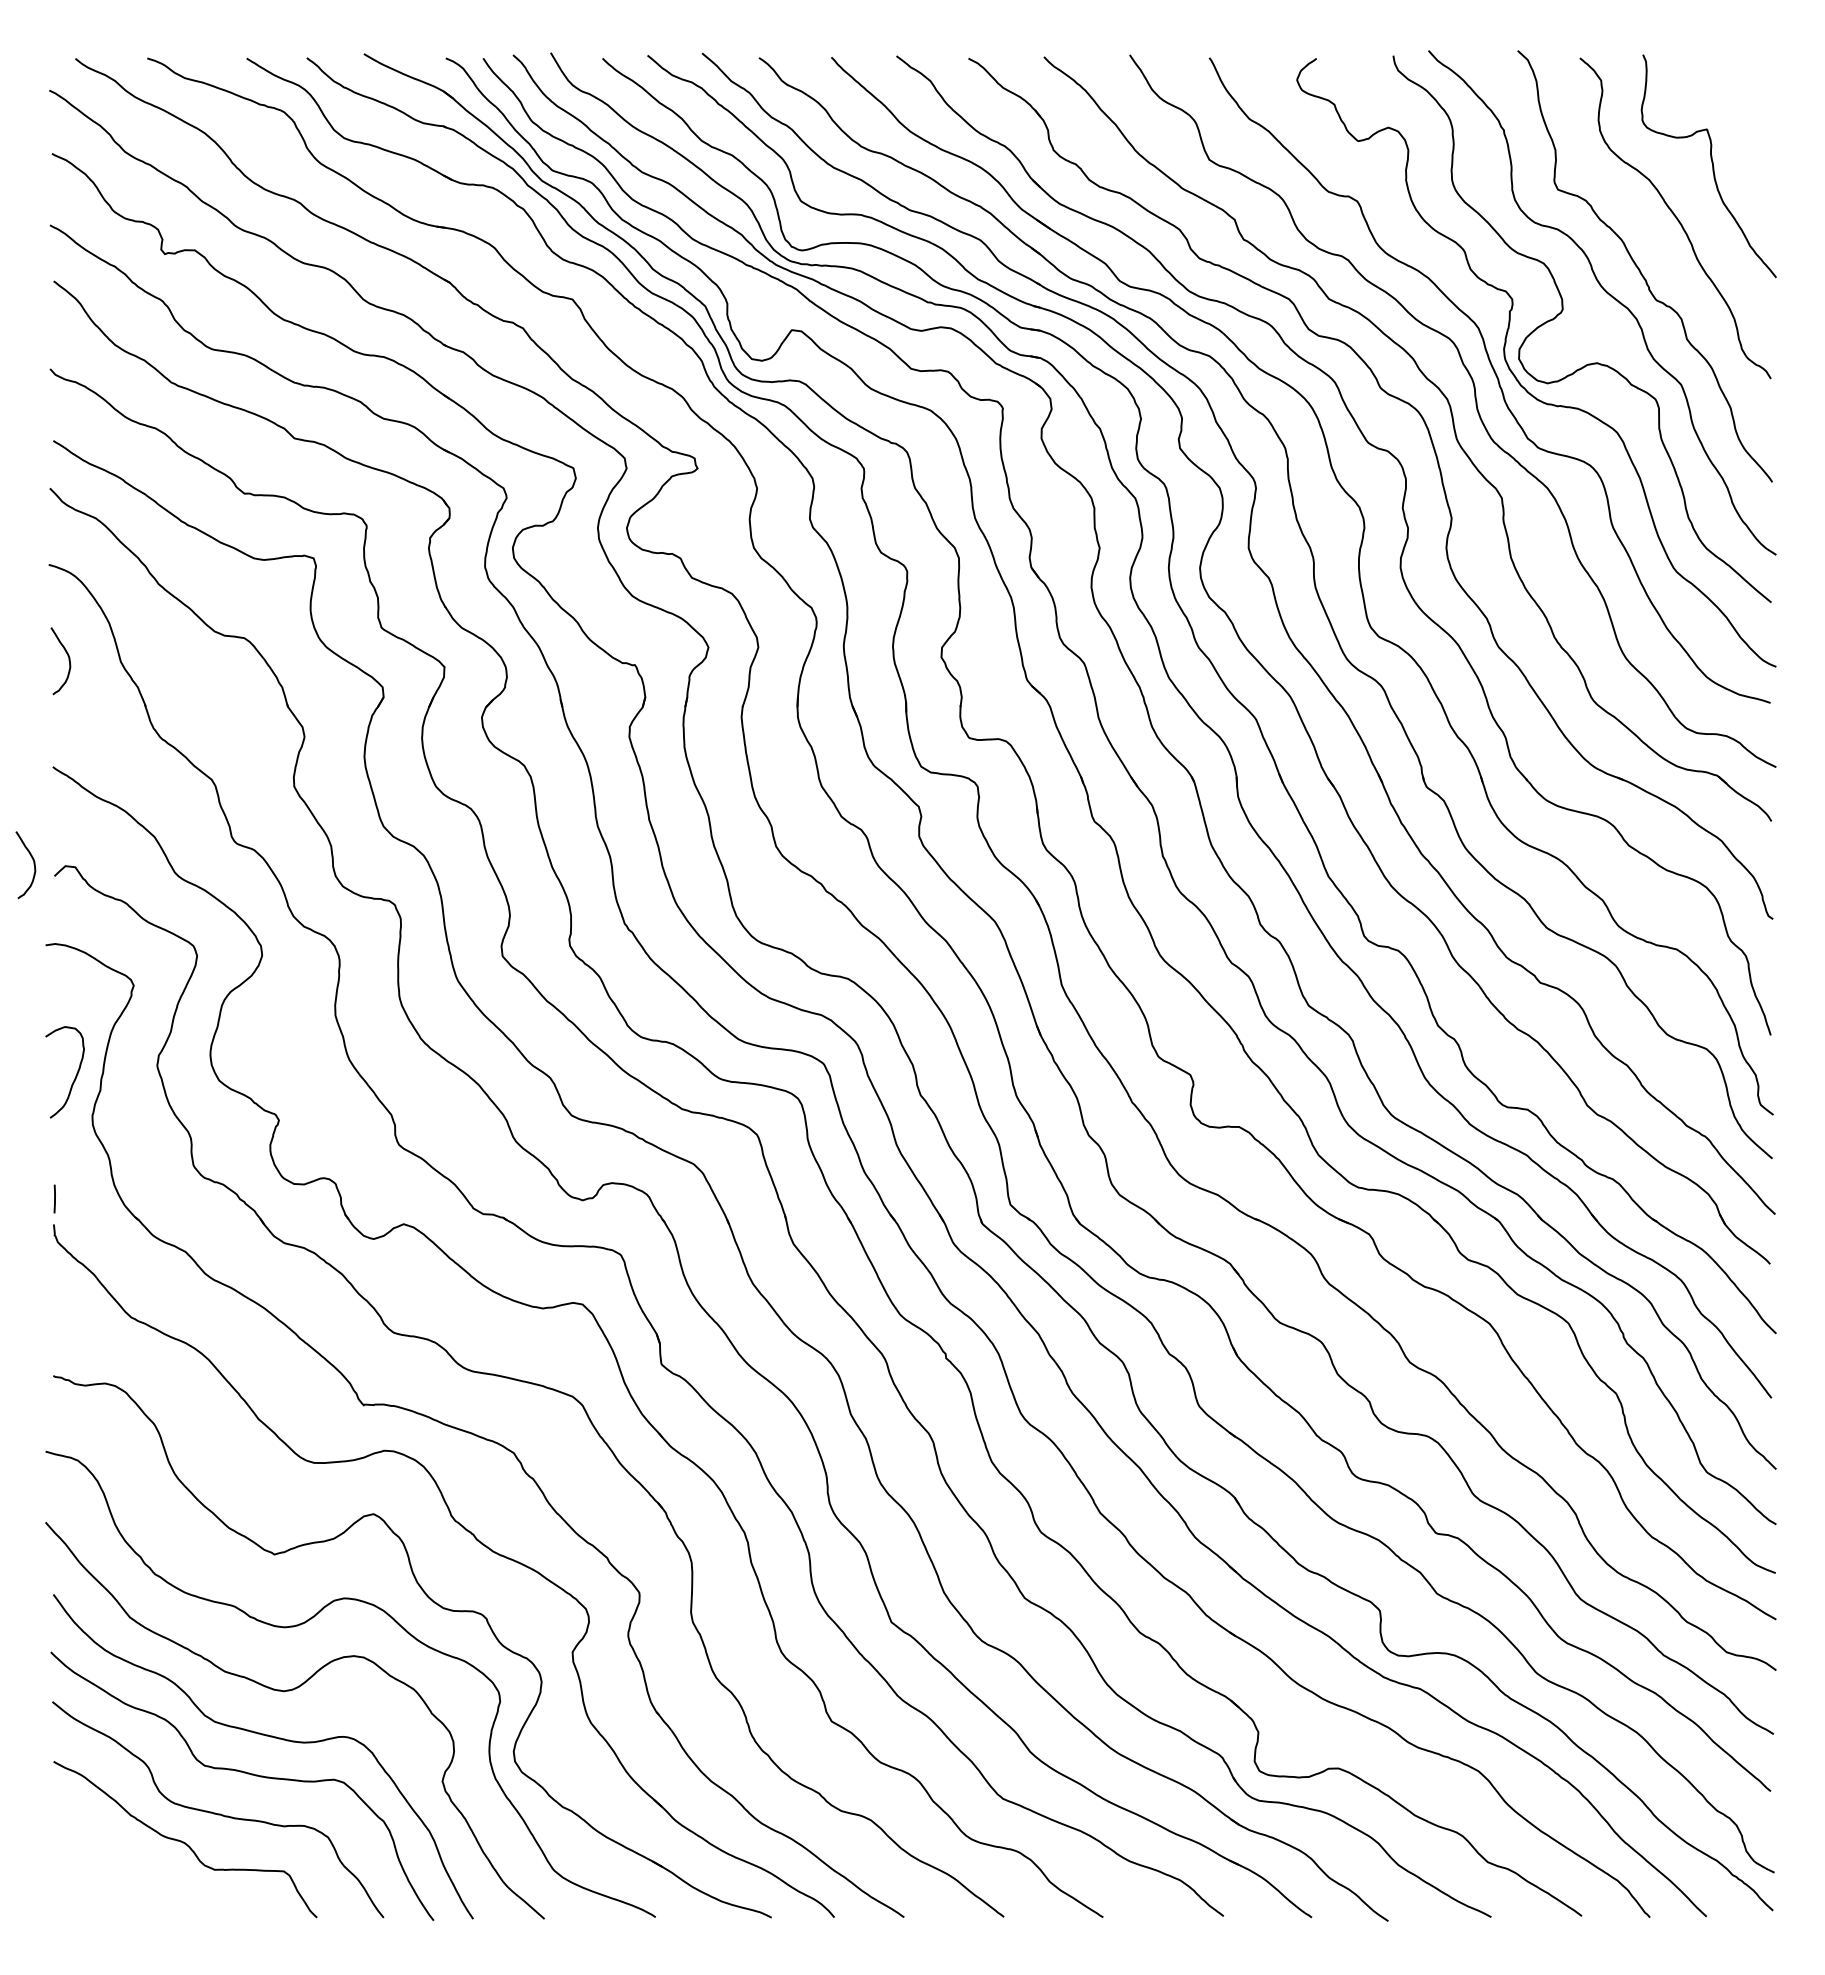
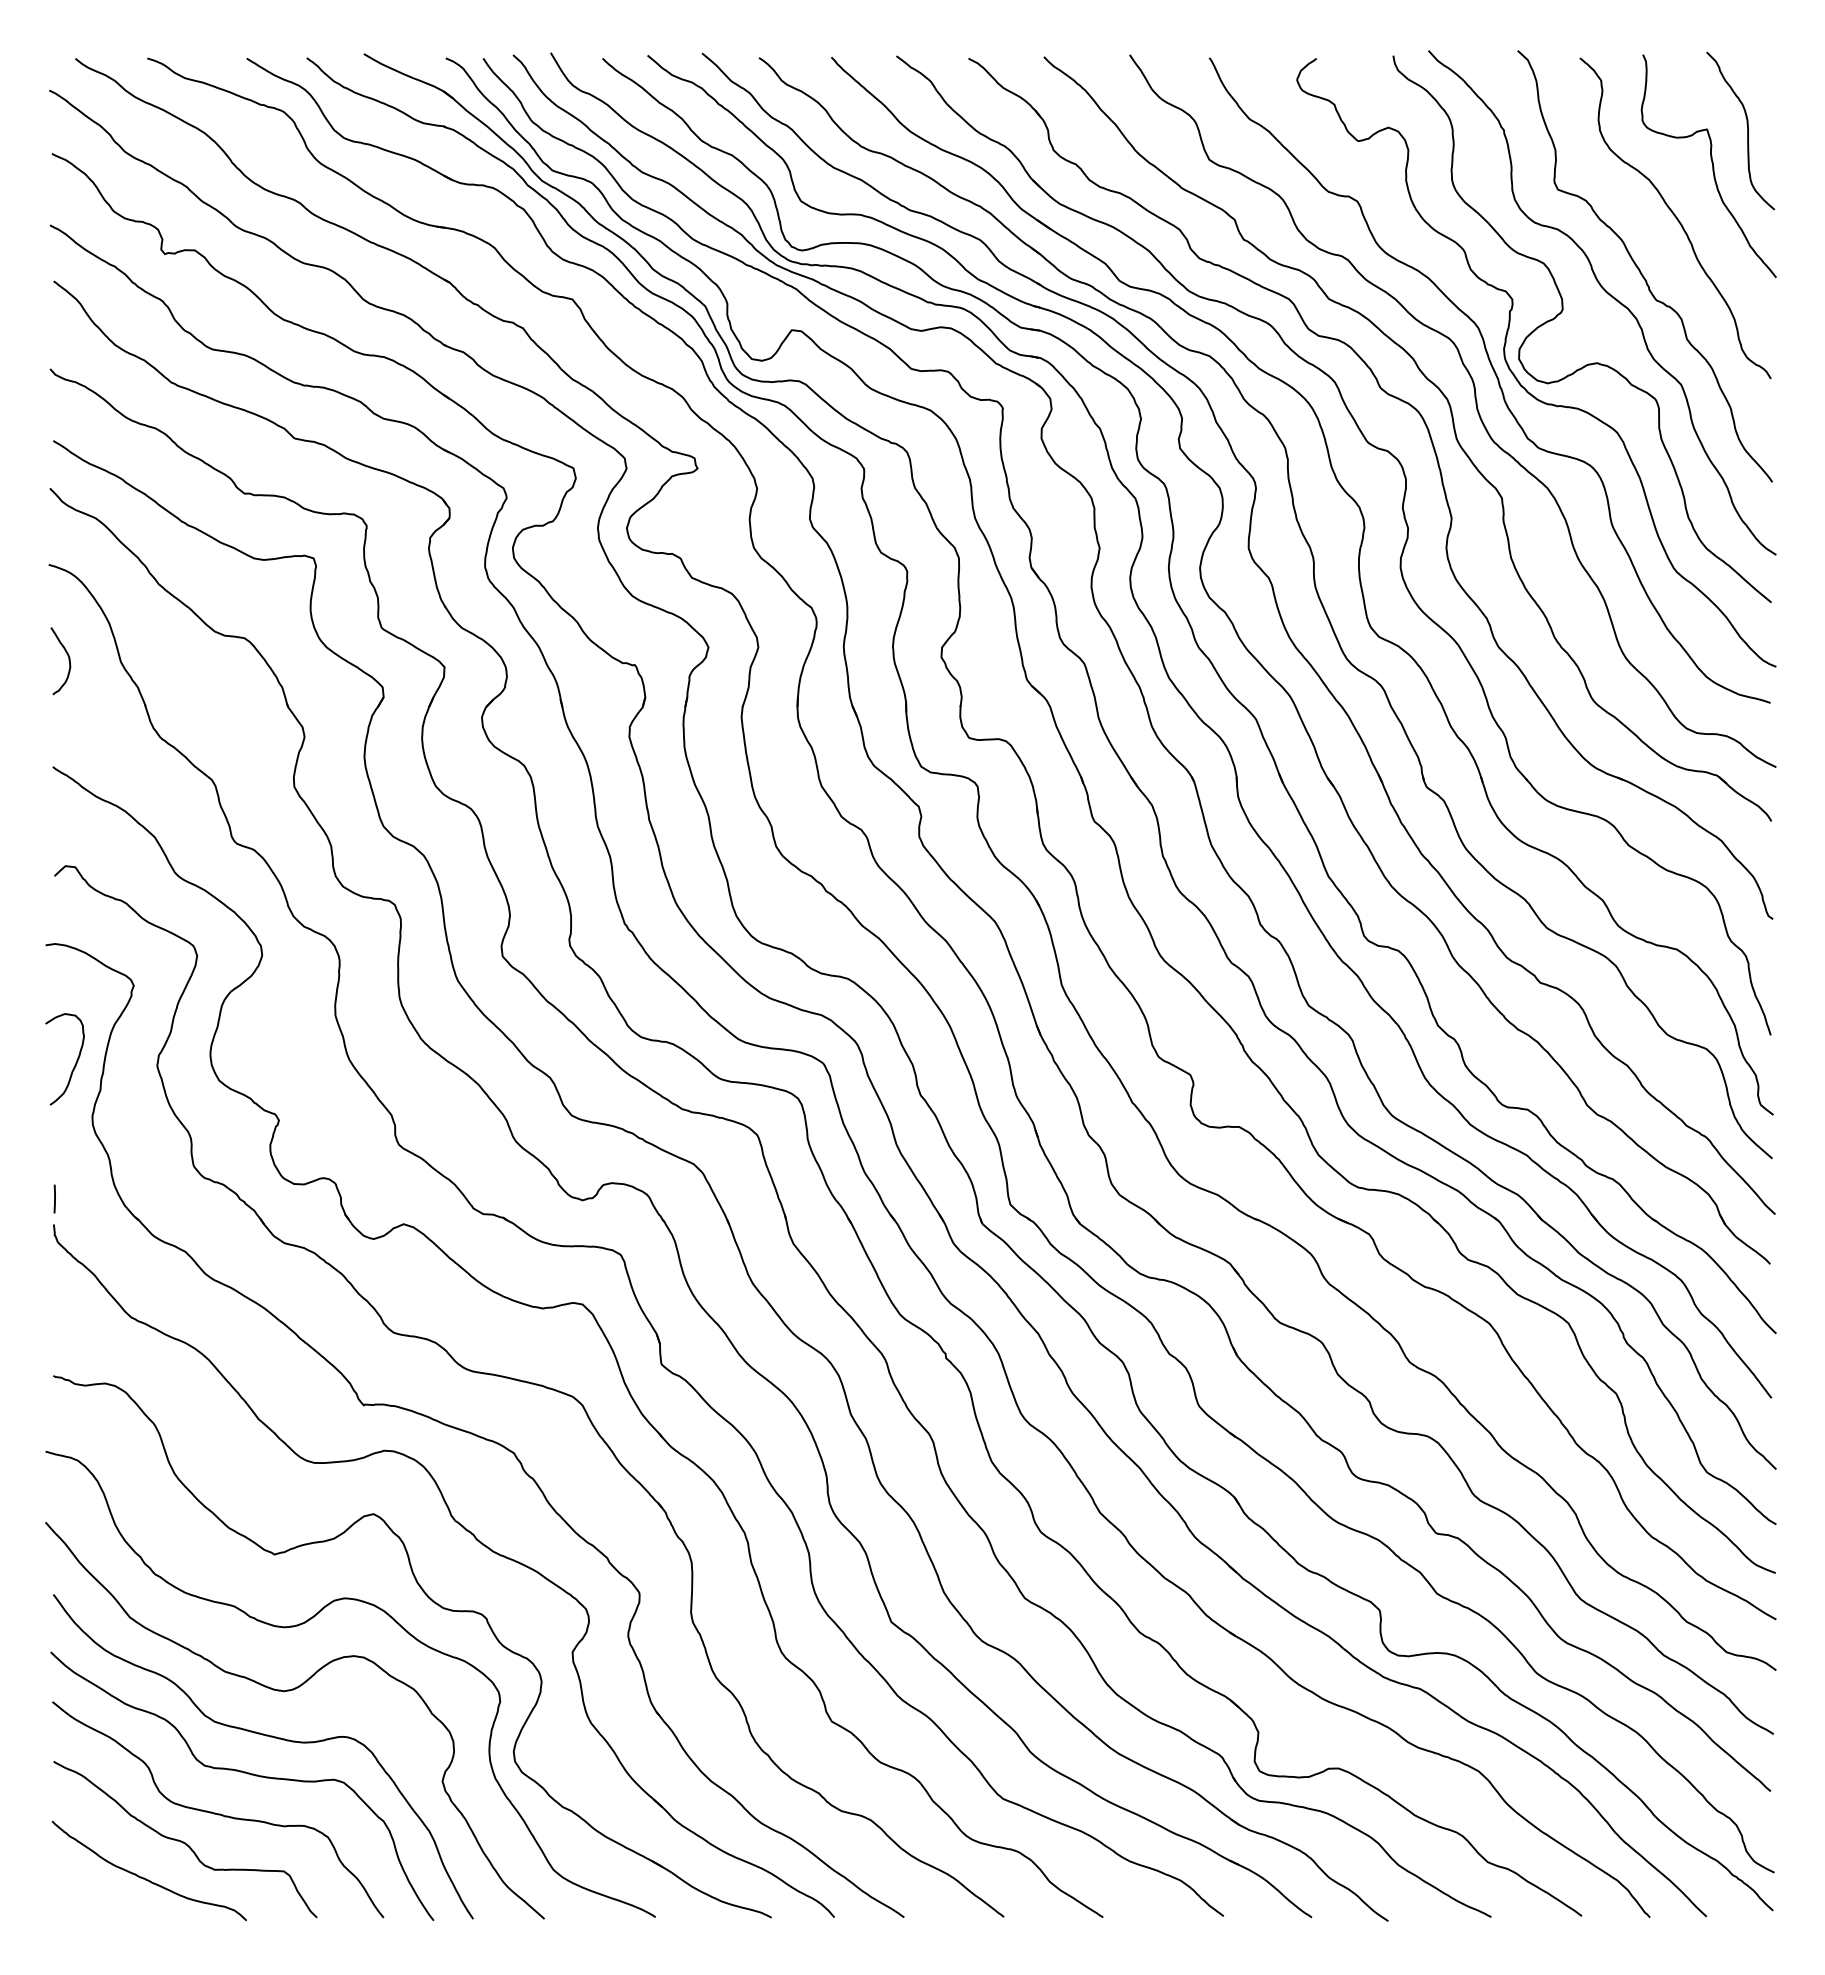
curve at (1747, 130): none -> present
curve at (33, 864): present -> none
curve at (75, 1075) position: (75, 1075) -> (75, 1062)
curve at (144, 1877): none -> present
